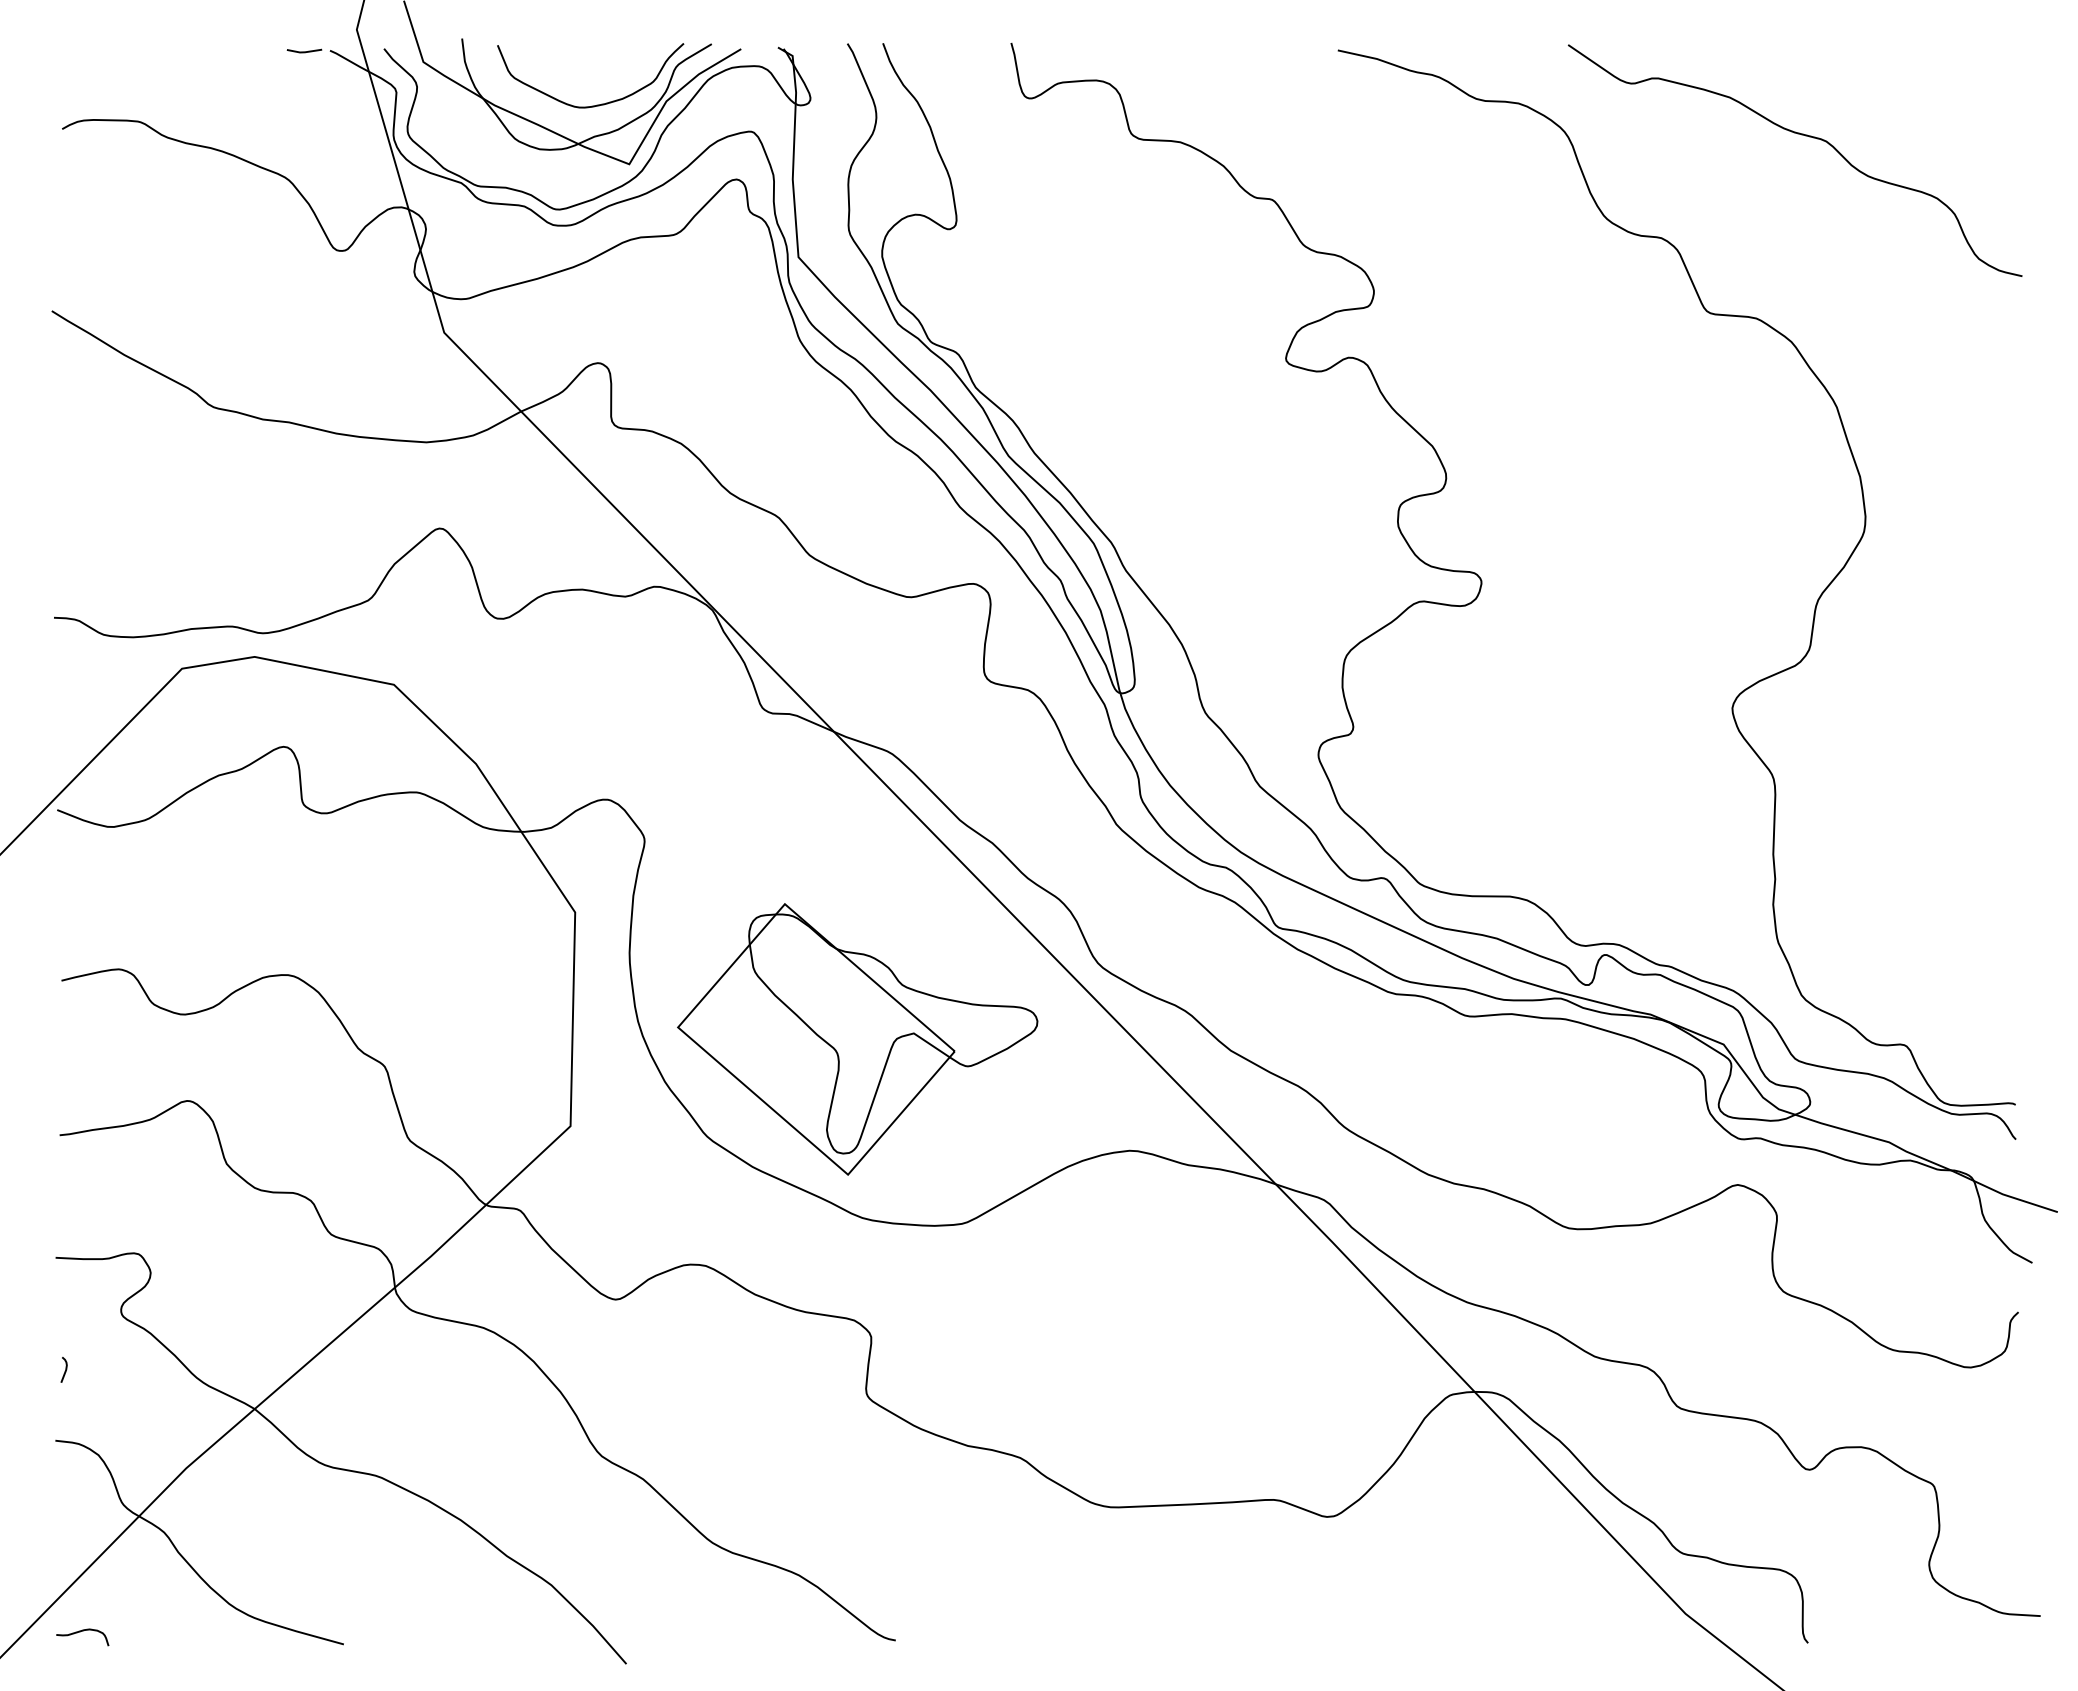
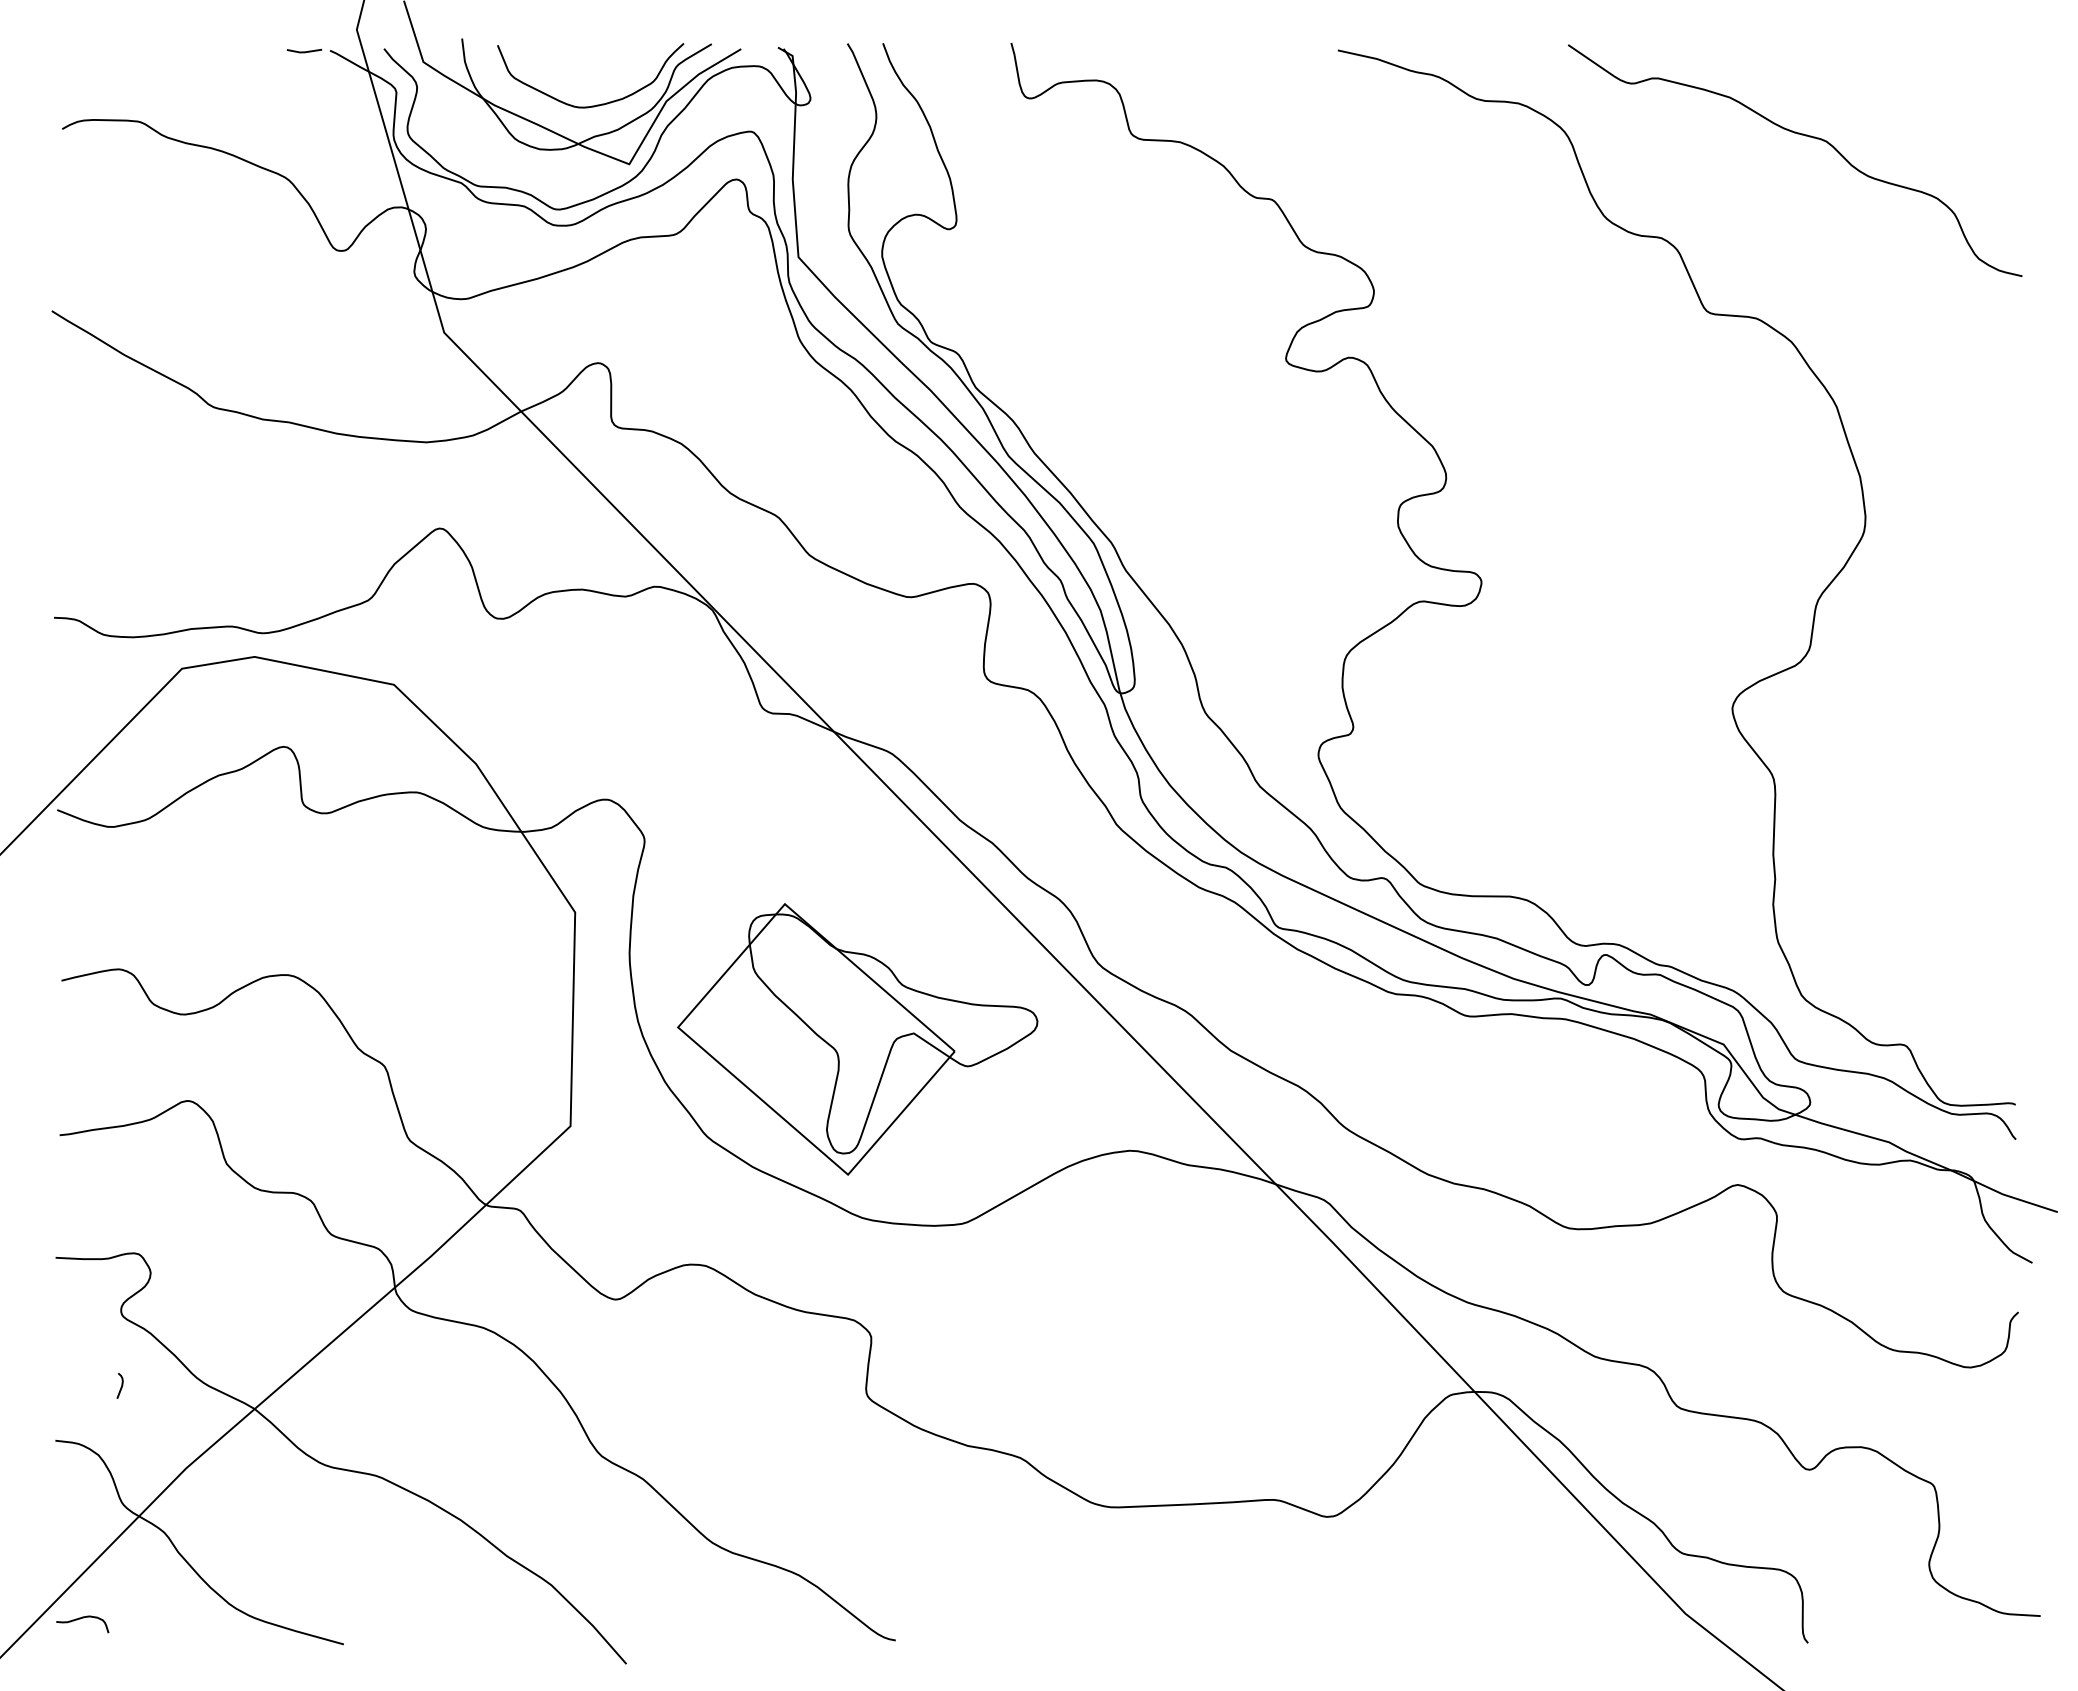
curve at (65, 1369) position: (65, 1369) -> (121, 1385)
curve at (80, 1632) position: (80, 1632) -> (80, 1619)
